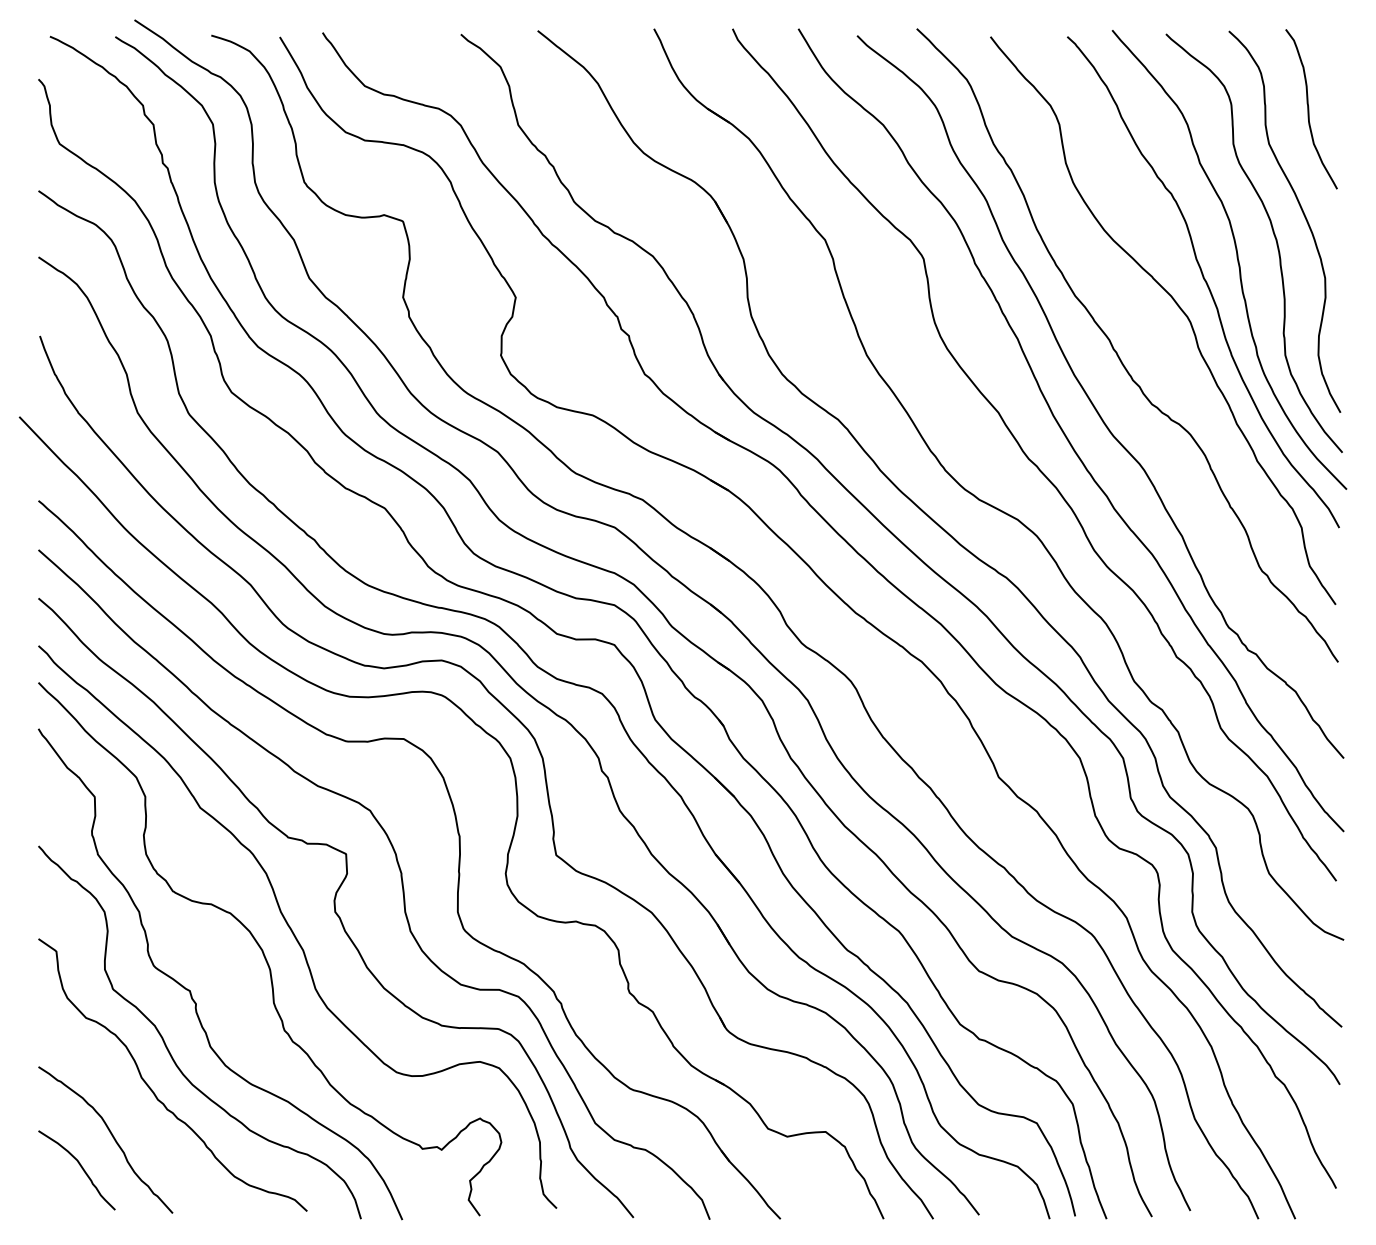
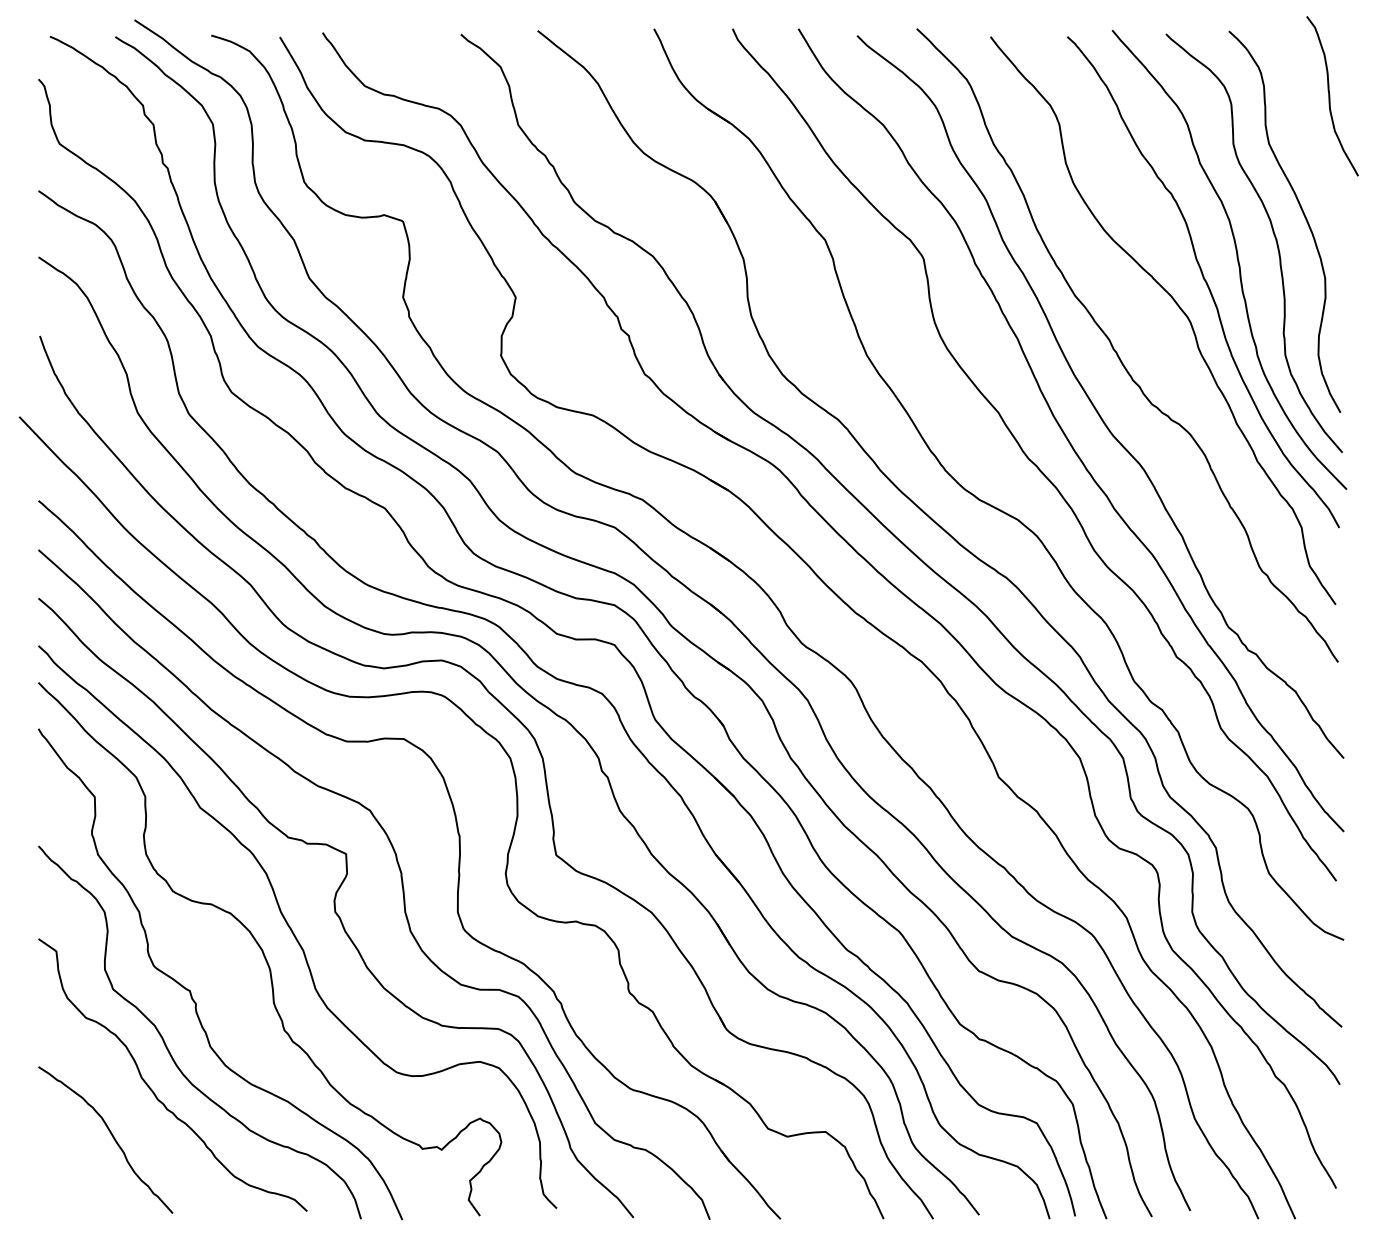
curve at (1309, 109) position: (1309, 109) -> (1330, 96)
curve at (81, 1168): present -> none
